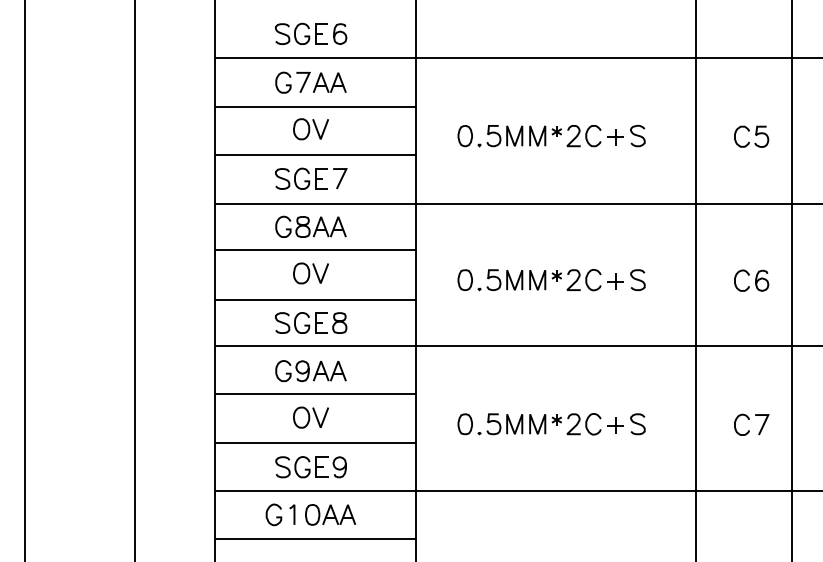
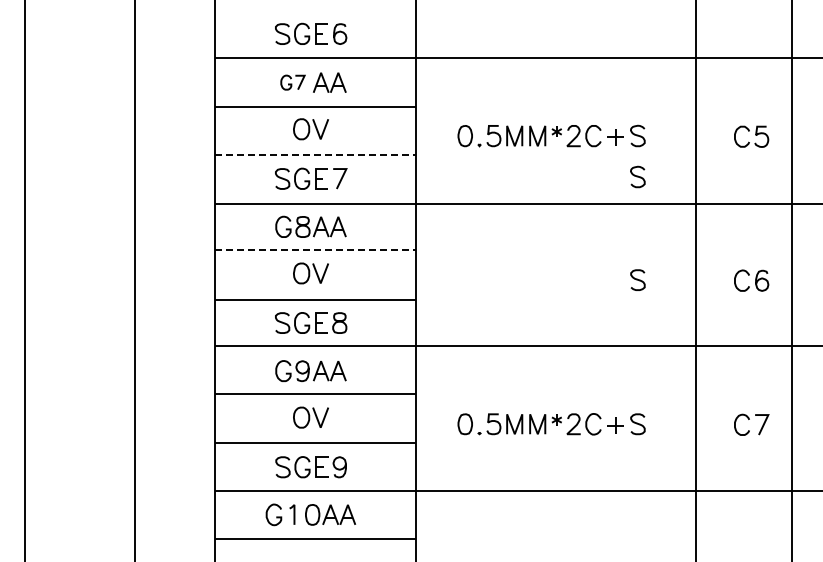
part at (292, 82) size: 36x23 px -> 26x17 px
line at (315, 155): solid -> dashed
curve at (637, 176): none -> present
line at (315, 250): solid -> dashed
part at (540, 280): present -> none
